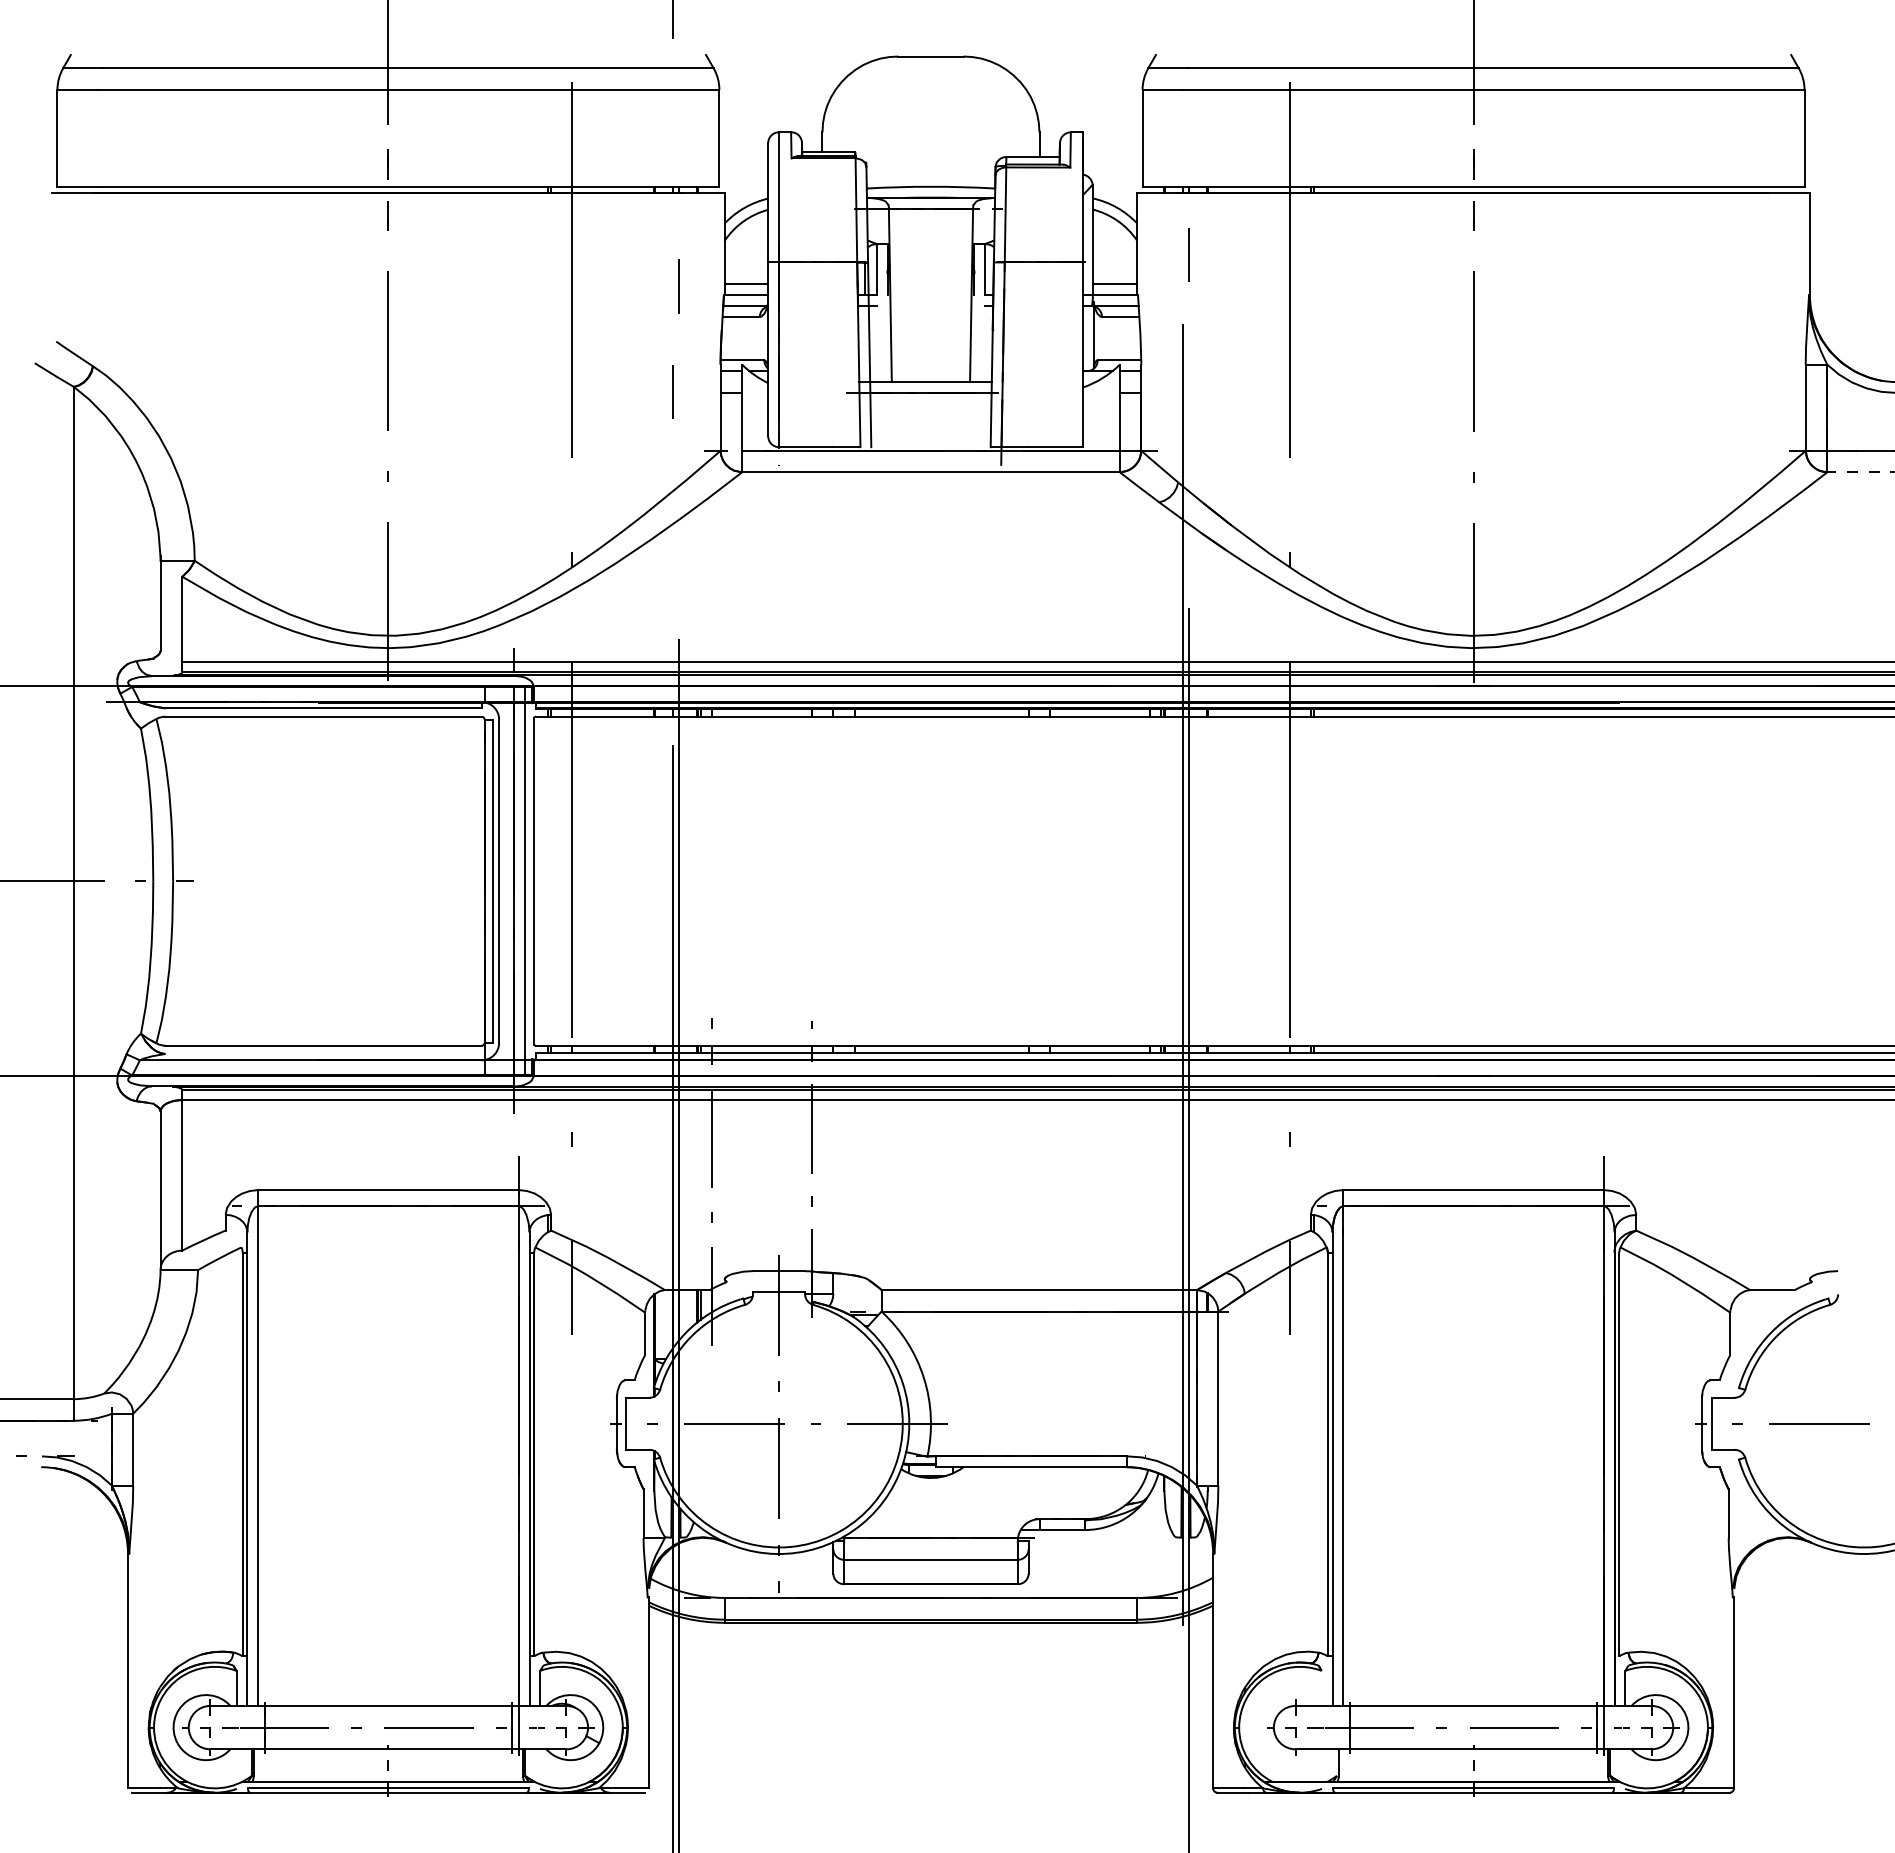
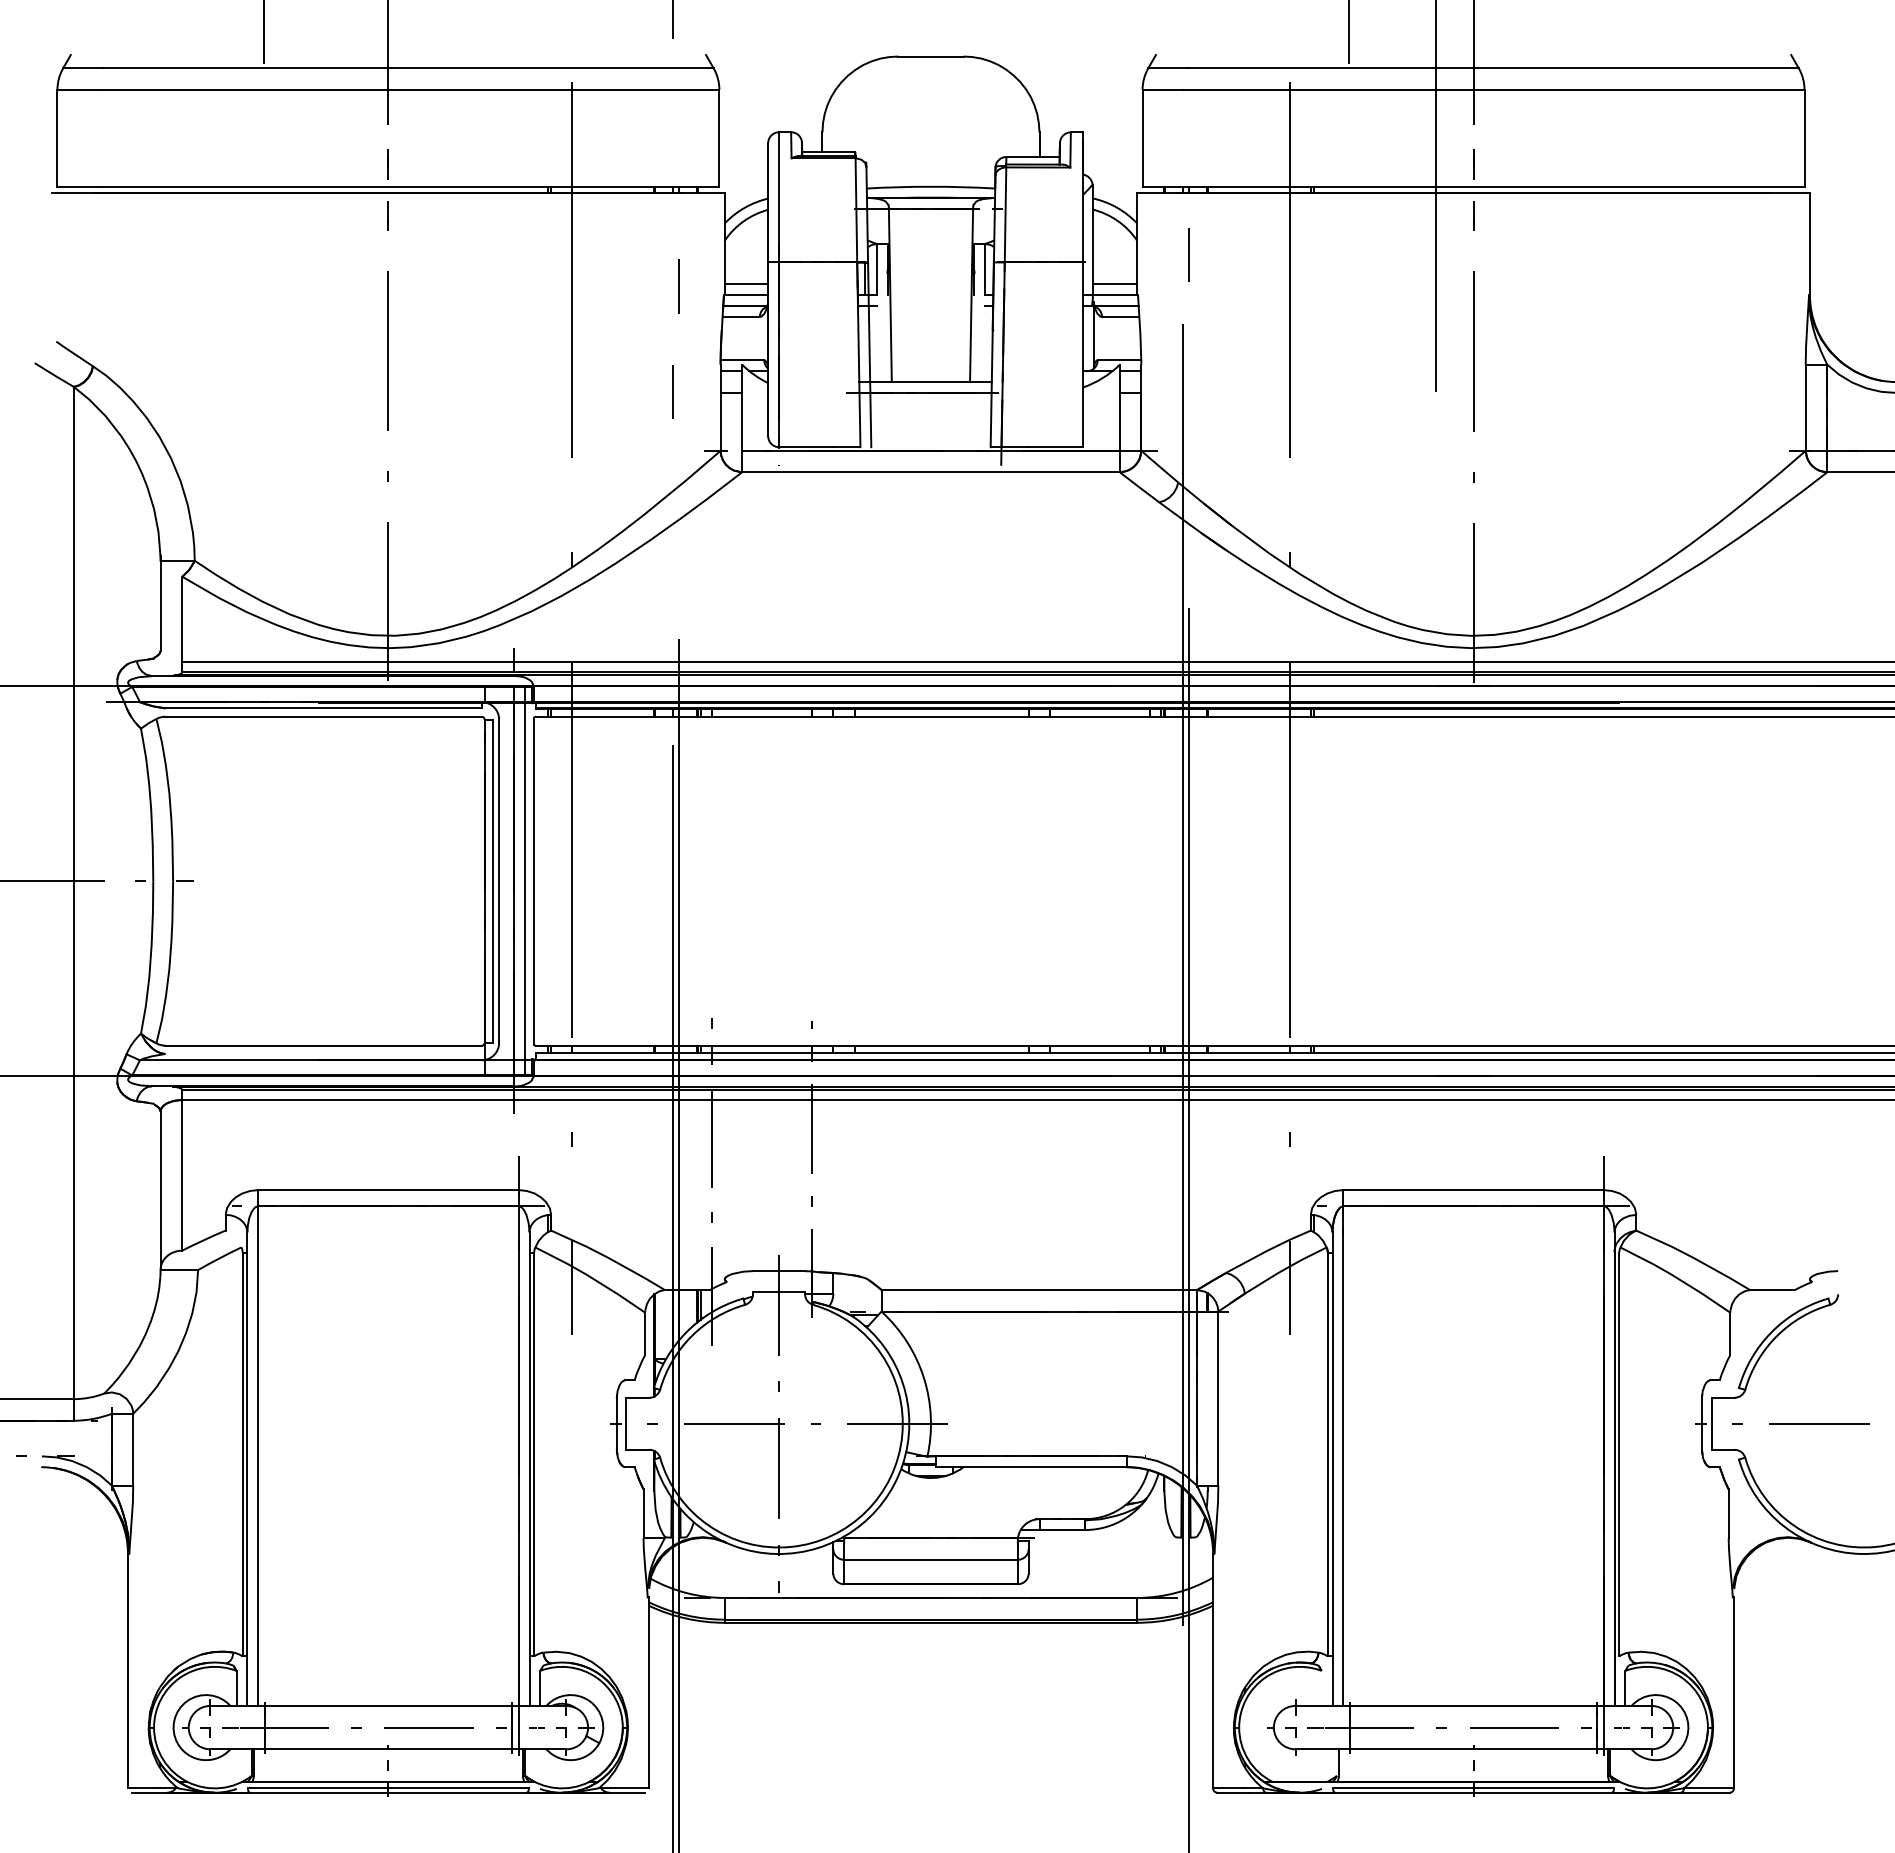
line at (263, 32): none -> present
line at (1348, 32): none -> present
line at (1436, 196): none -> present
line at (1860, 472): dashed -> solid
